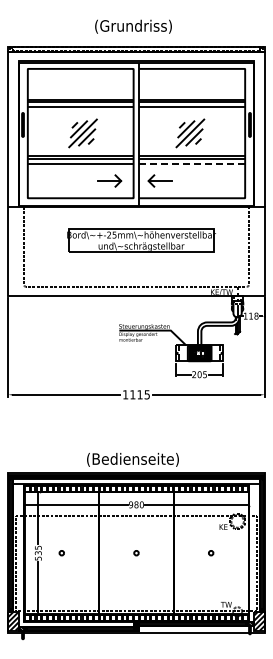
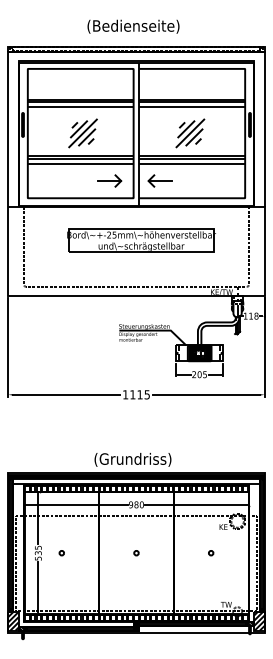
text at (133, 26): (Grundriss) -> (Bedienseite)
line at (192, 163): dashed -> solid
text at (132, 459): (Bedienseite) -> (Grundriss)
